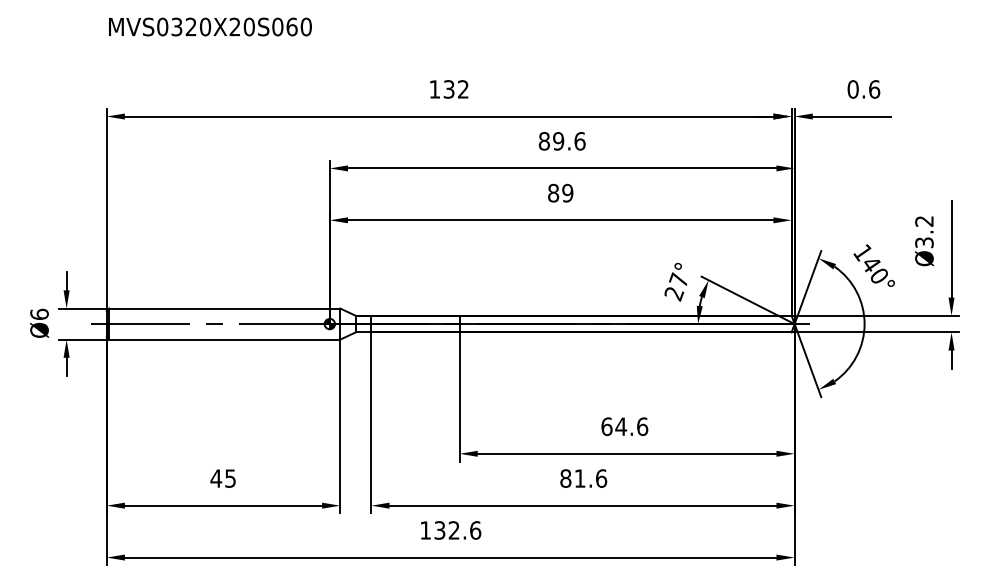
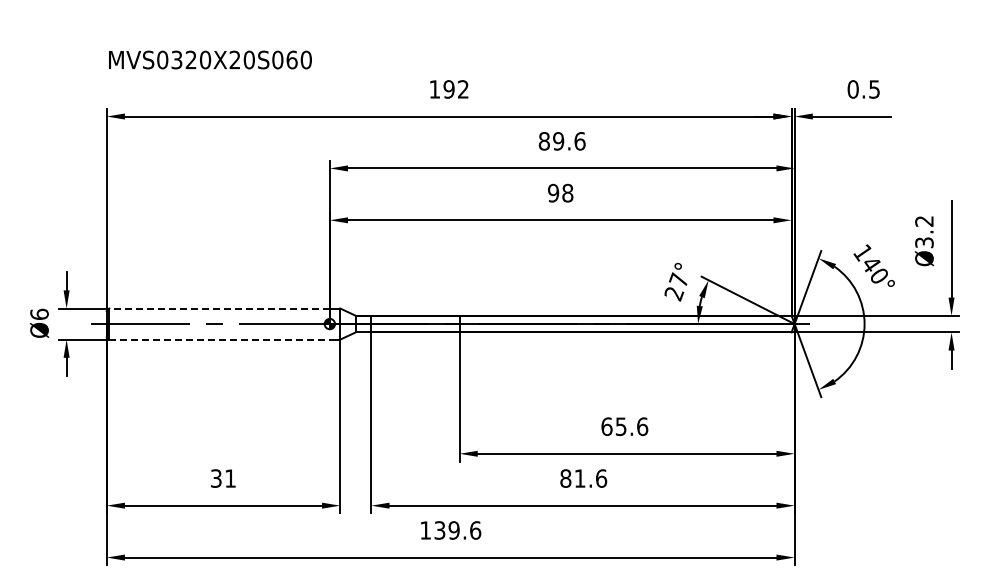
text at (210, 26) position: (210, 26) -> (210, 59)
text at (448, 89): 132 -> 192
text at (874, 89): 0.6 -> 0.5
text at (560, 193): 89 -> 98
line at (219, 308): solid -> dashed
line at (220, 339): solid -> dashed
text at (621, 426): 64.6 -> 65.6
text at (222, 478): 45 -> 31
text at (453, 530): 132.6 -> 139.6
